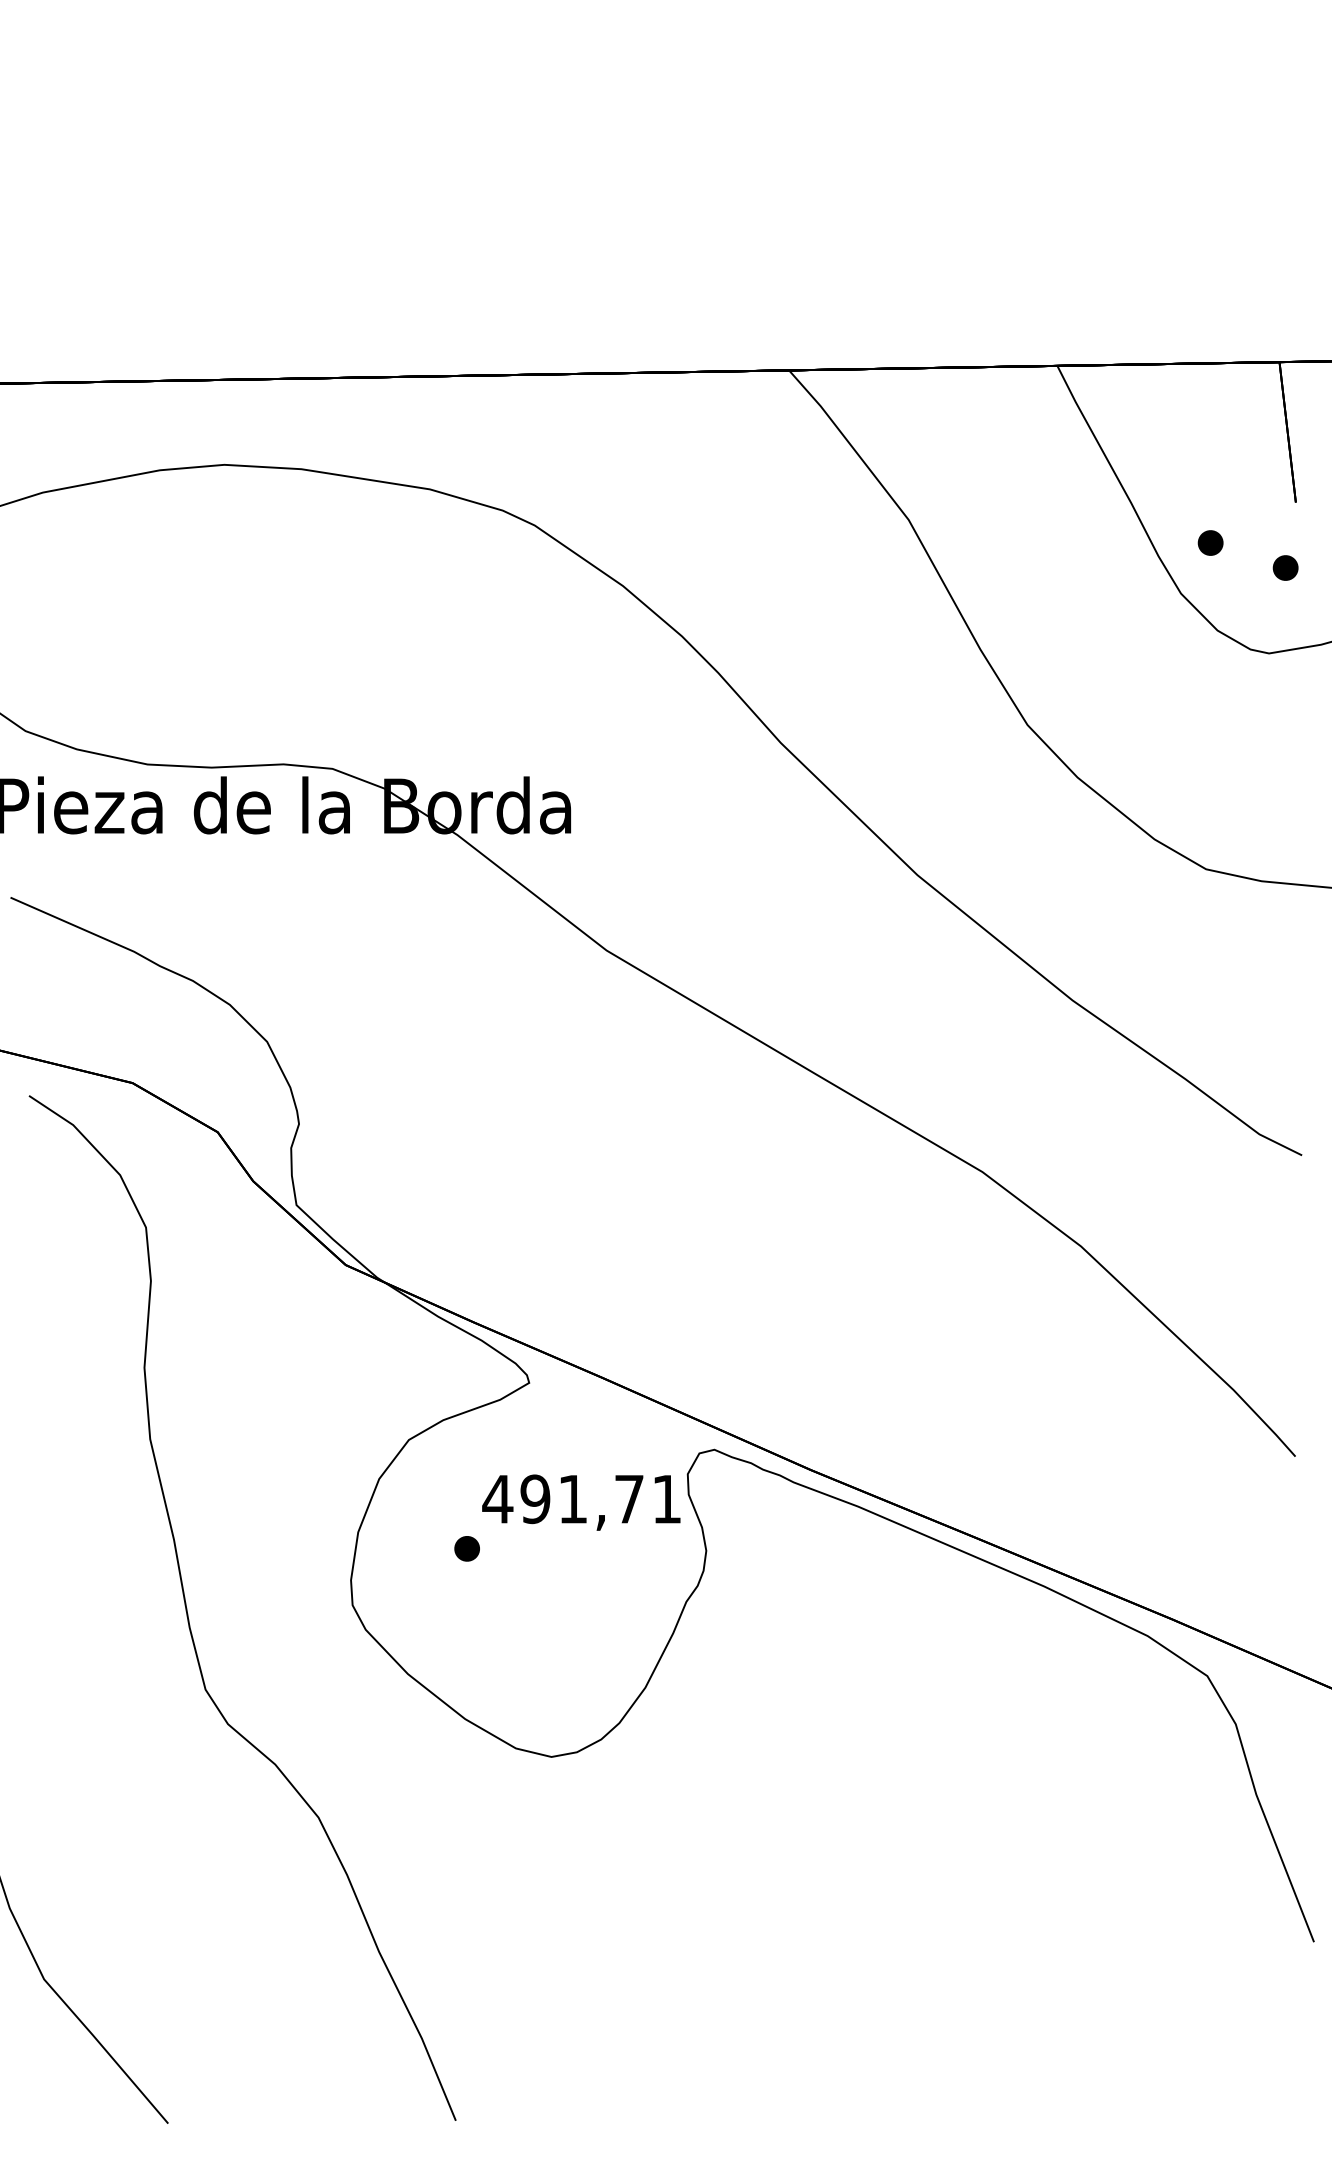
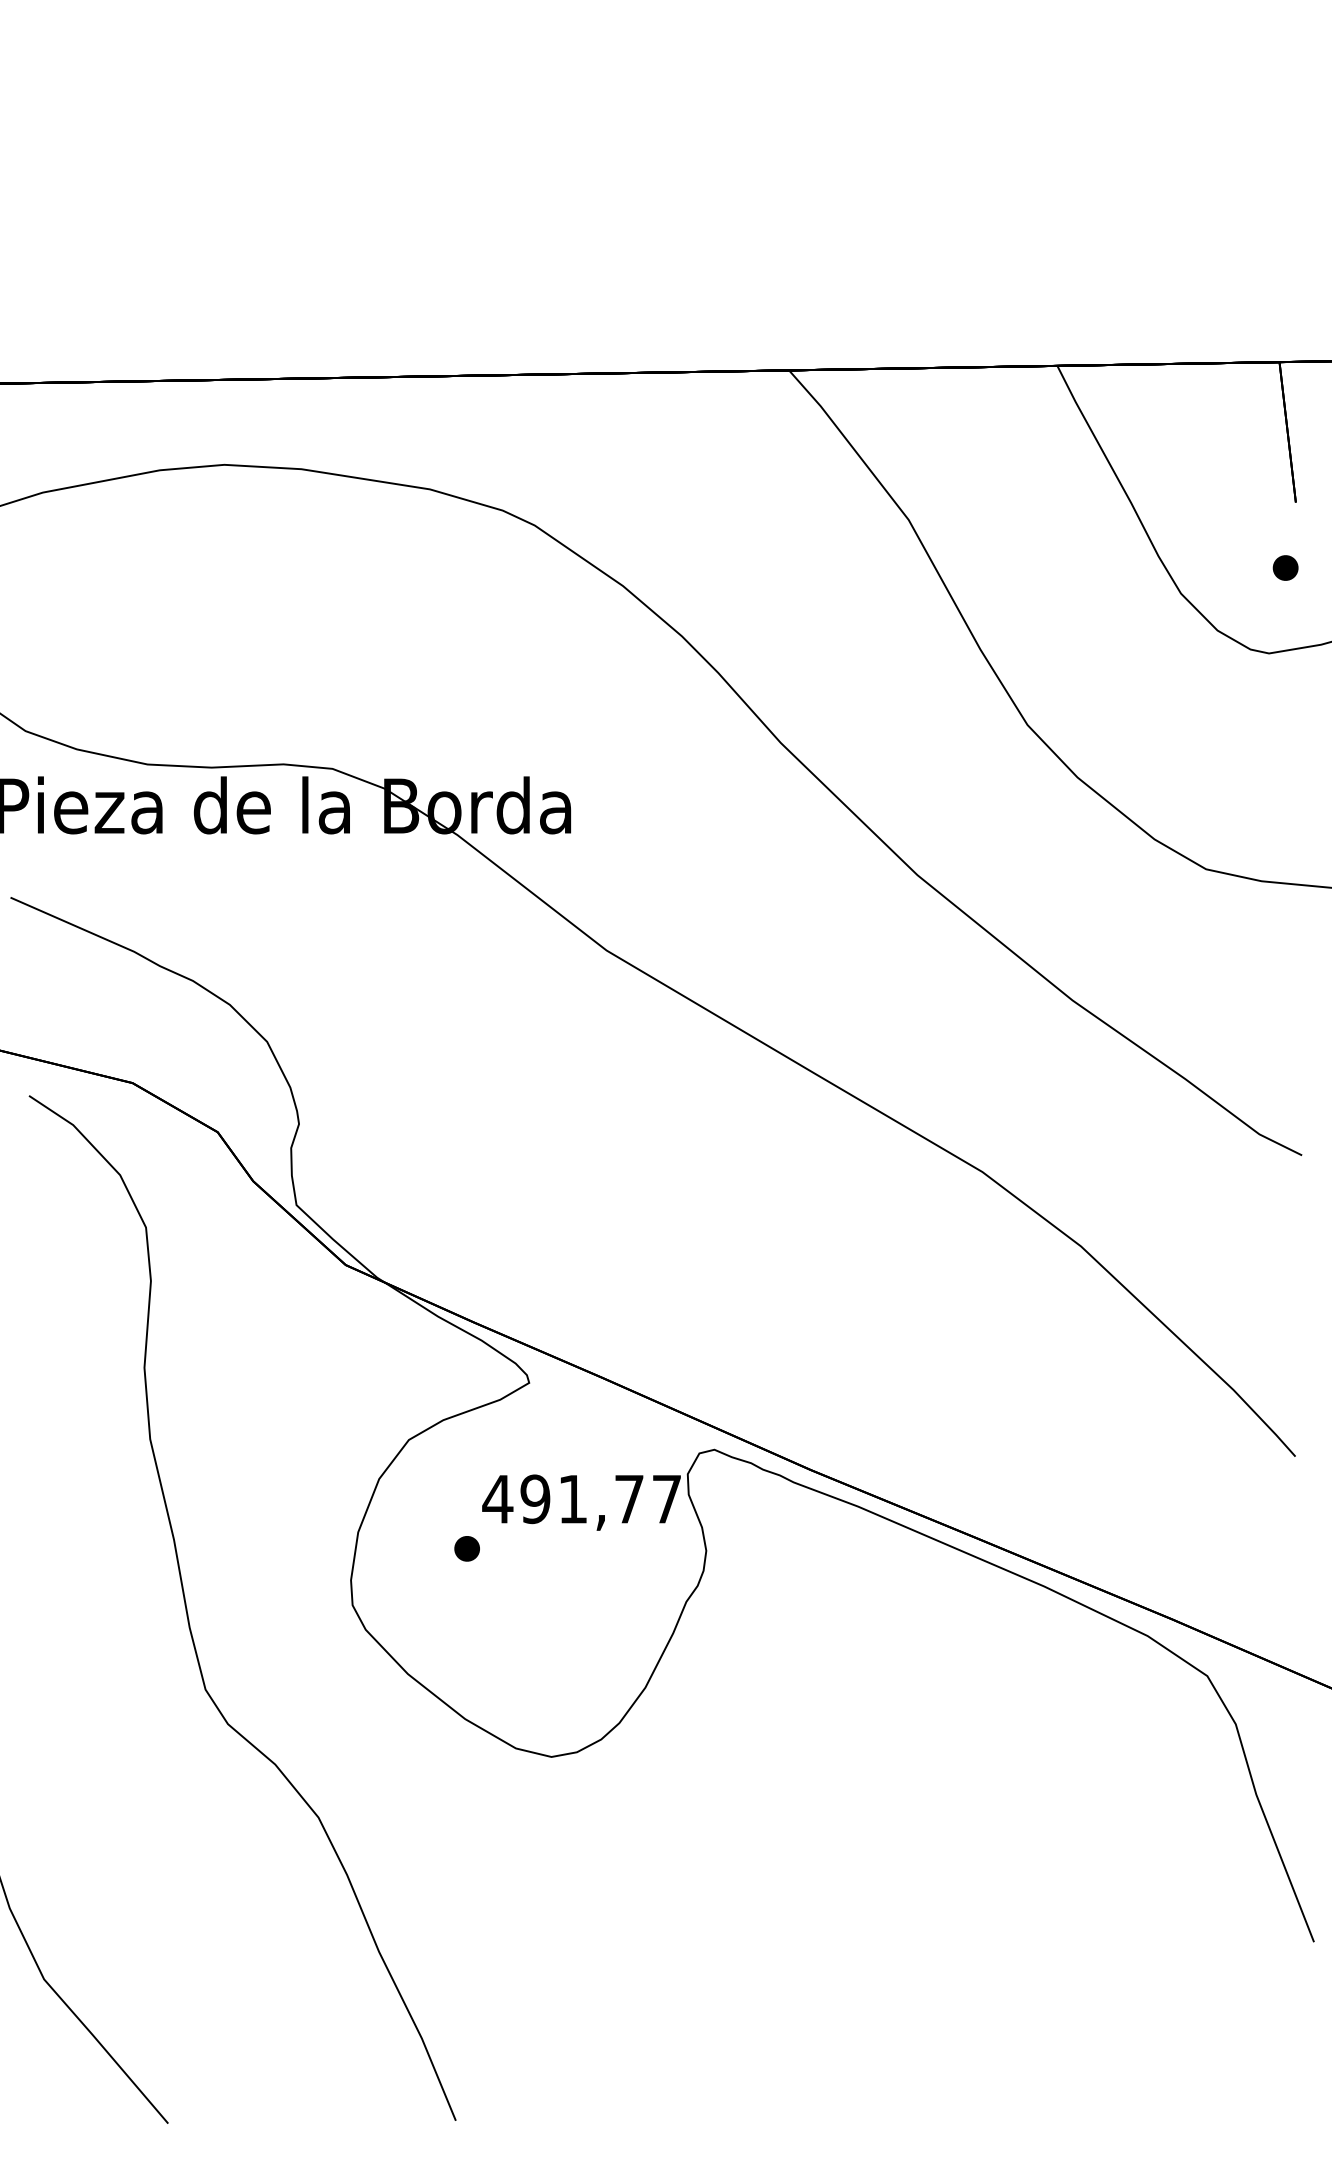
part at (1210, 542): present -> none
text at (666, 1499): 491,71 -> 491,77
